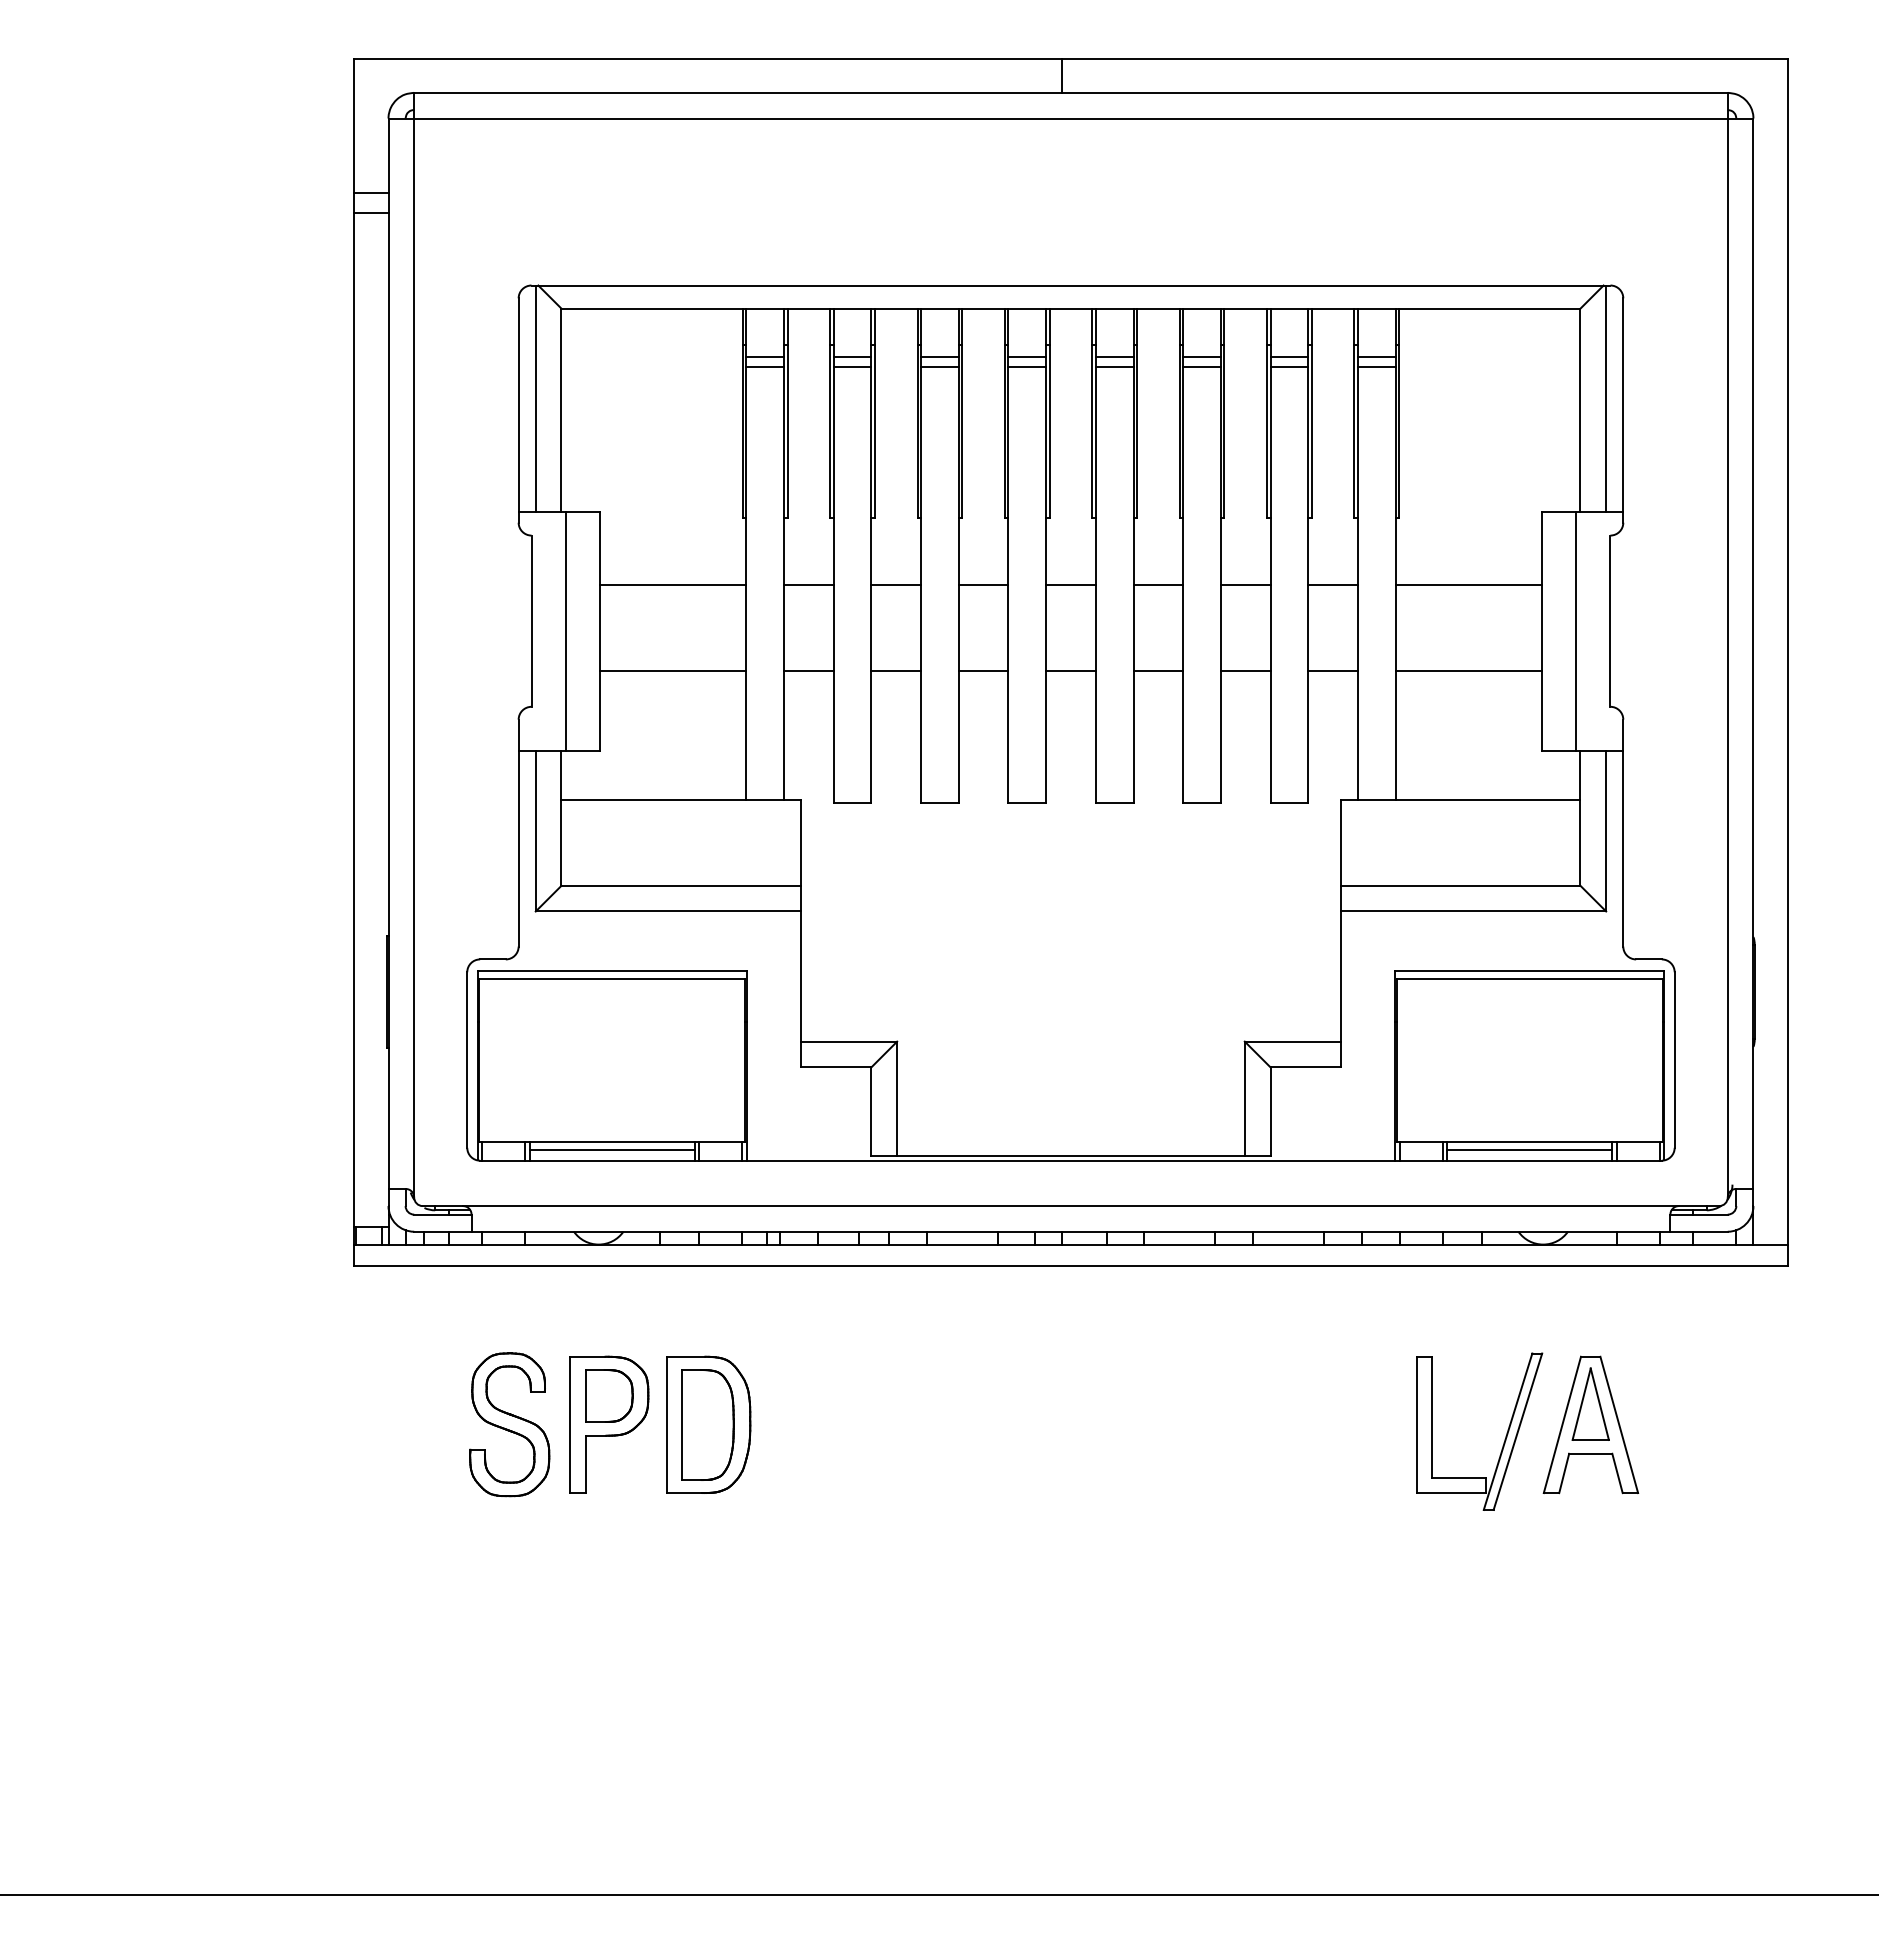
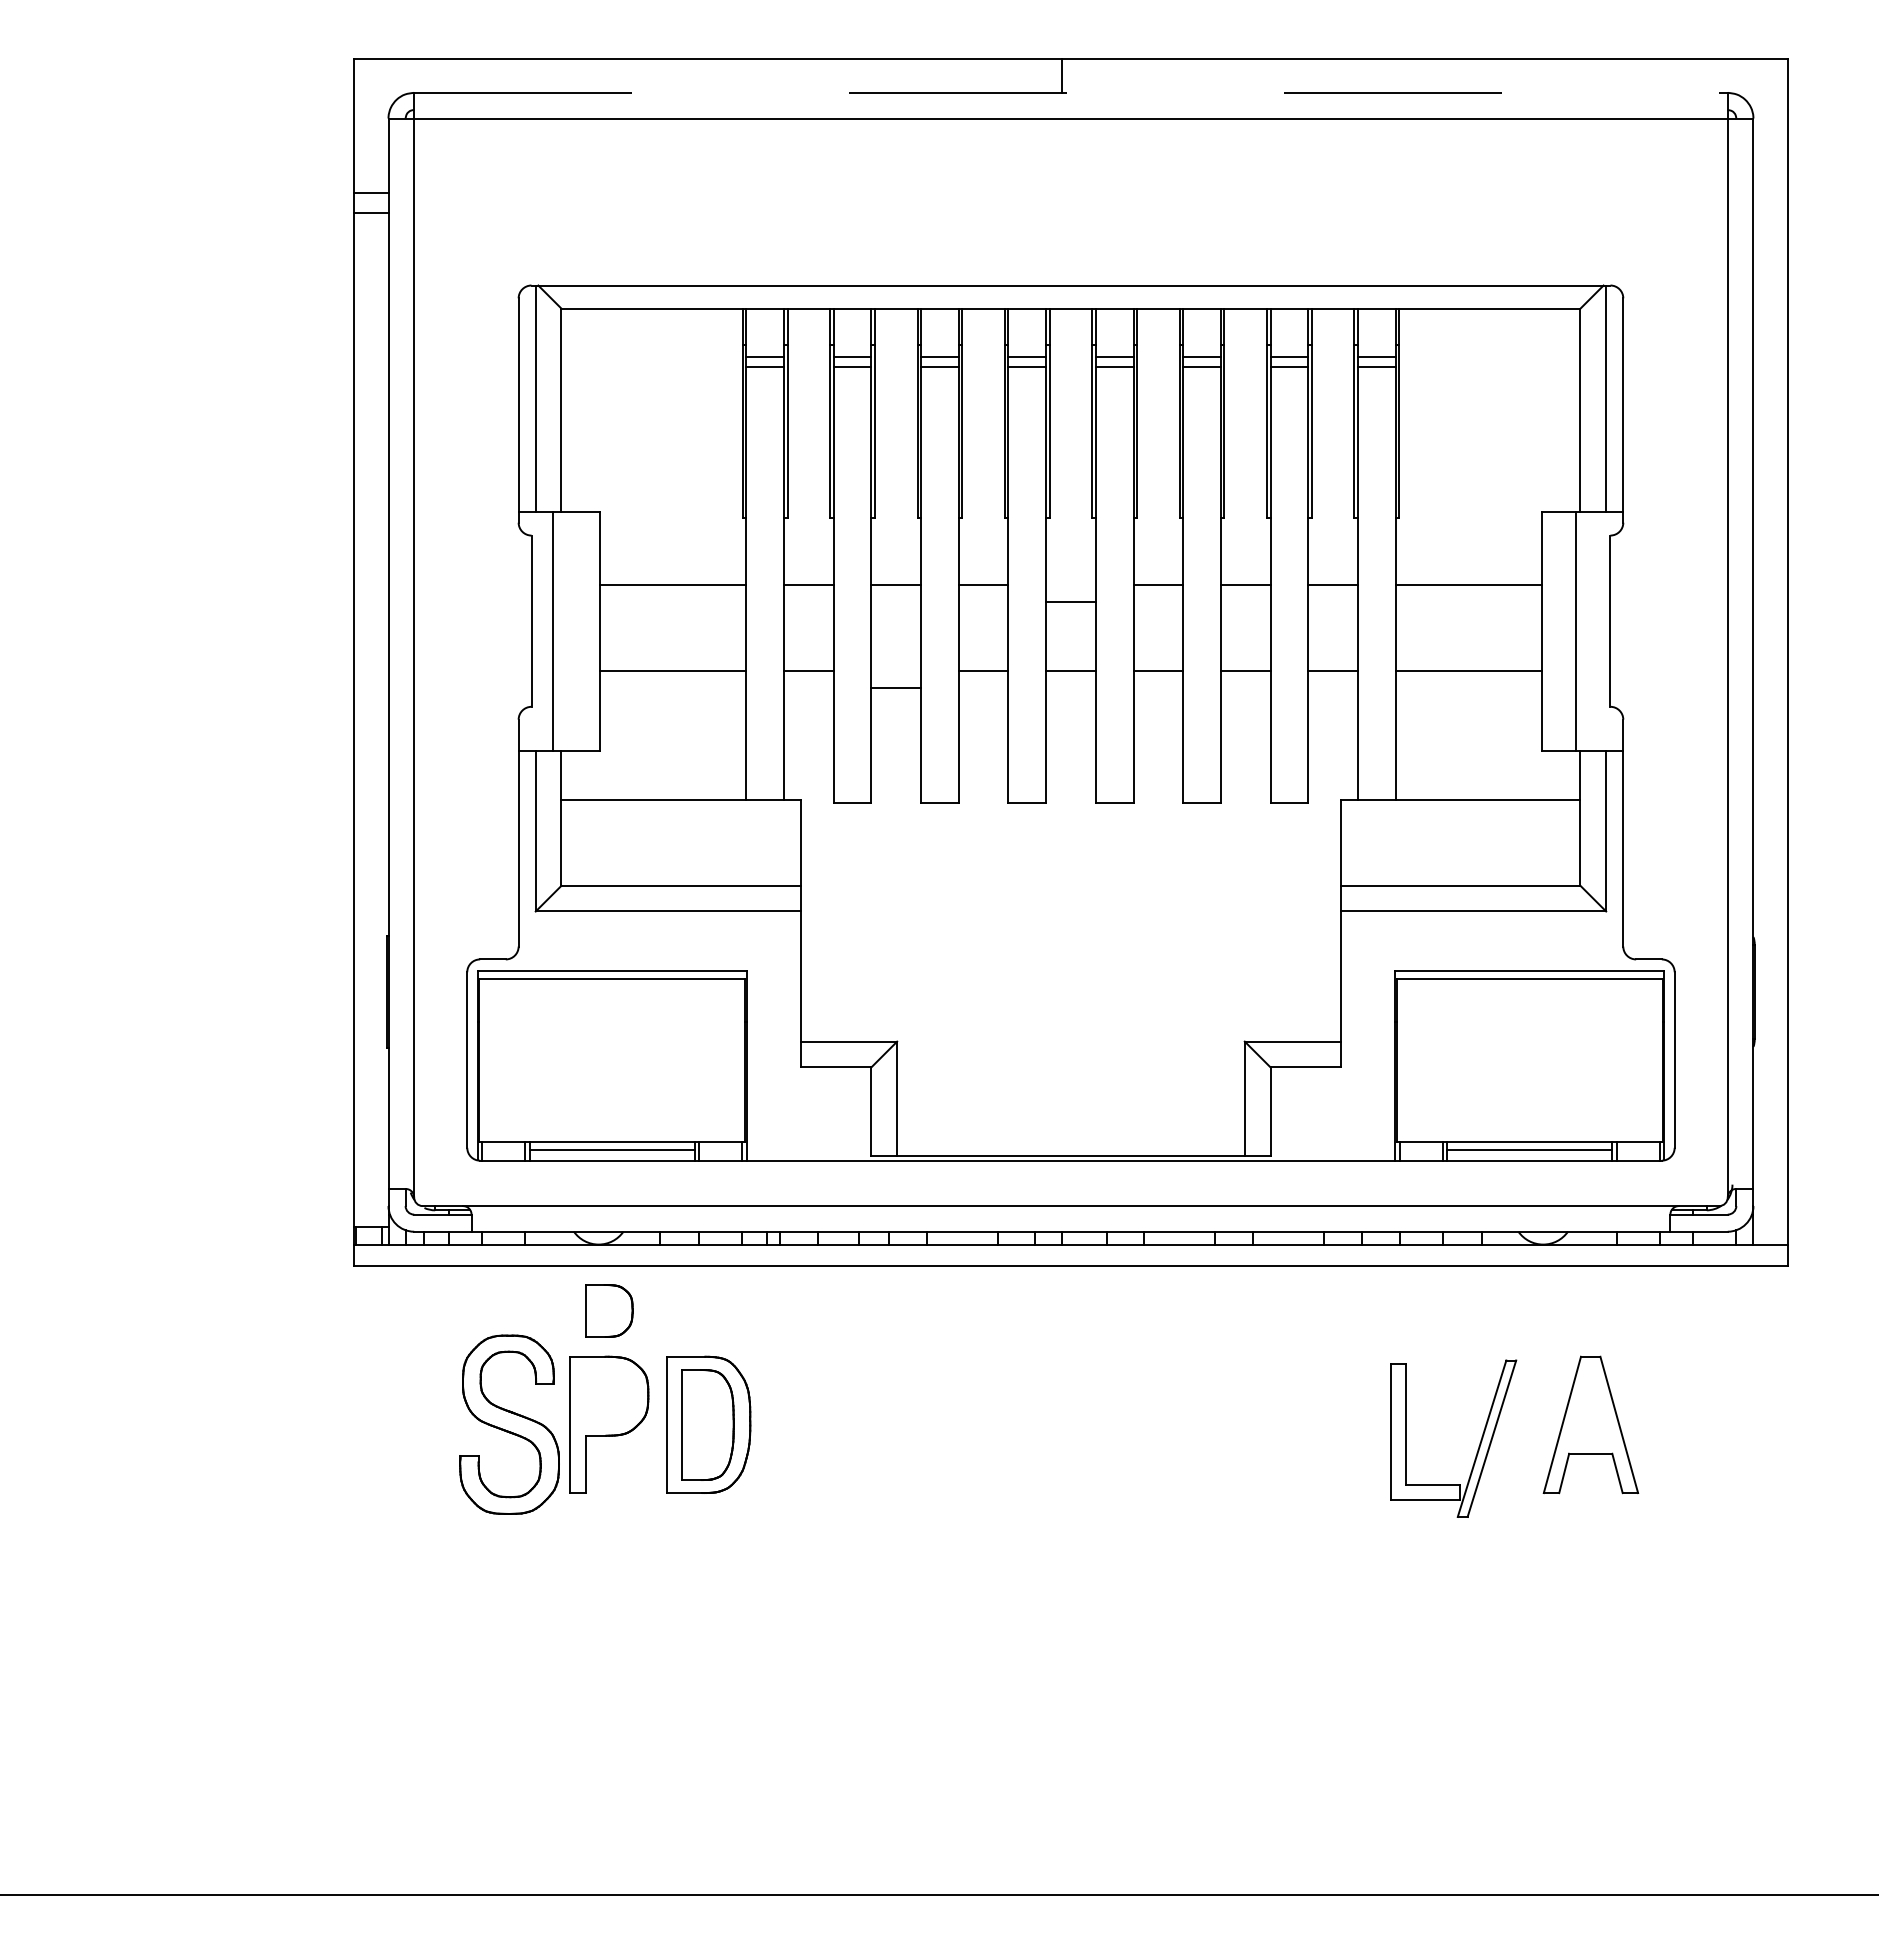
line at (1070, 92): solid -> dashed
line at (1070, 585) position: (1070, 585) -> (1070, 602)
line at (566, 631) position: (566, 631) -> (553, 631)
line at (896, 670) position: (896, 670) -> (896, 687)
part at (609, 1395) position: (609, 1395) -> (609, 1310)
part at (1590, 1403): present -> none
part at (509, 1424) size: 82x146 px -> 101x181 px
part at (1504, 1439) position: (1504, 1439) -> (1478, 1446)
